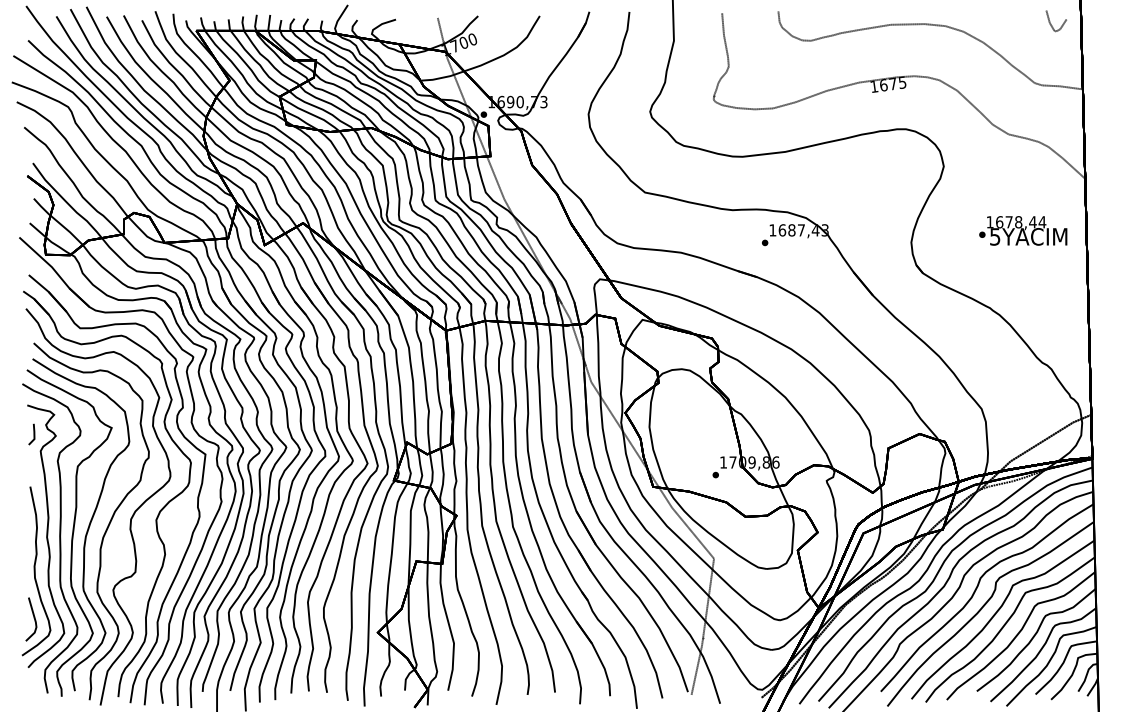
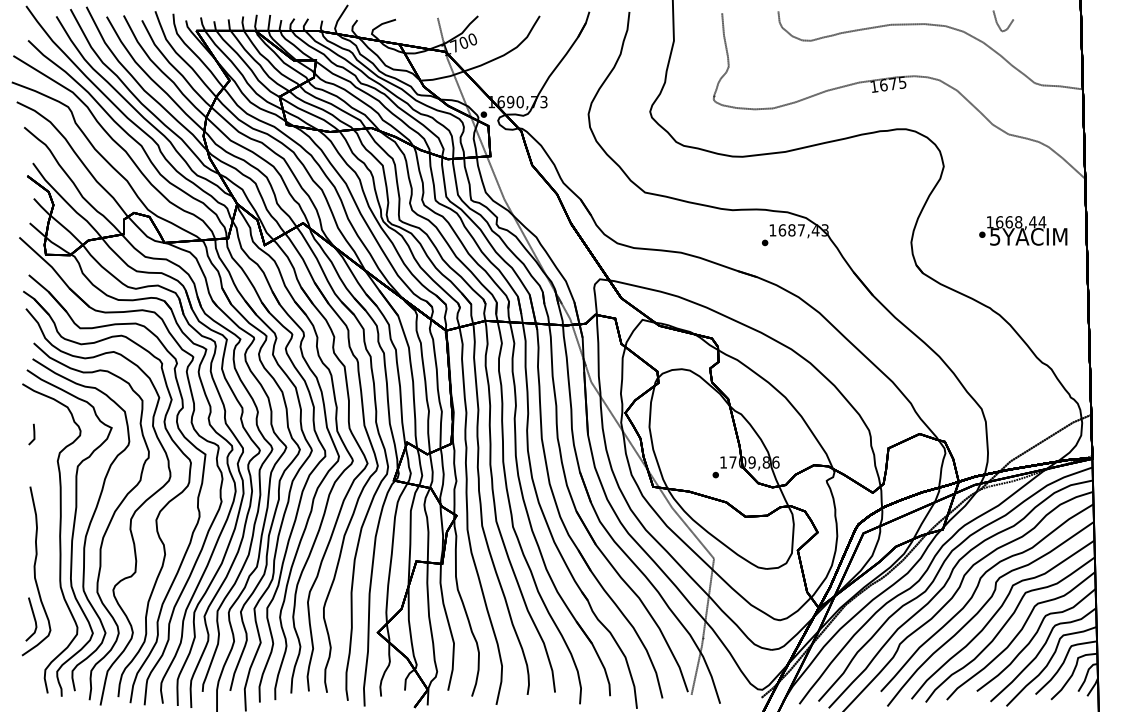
curve at (1051, 23) position: (1051, 23) -> (998, 23)
text at (1008, 222): 1678,44 -> 1668,44
part at (46, 535): present -> none
